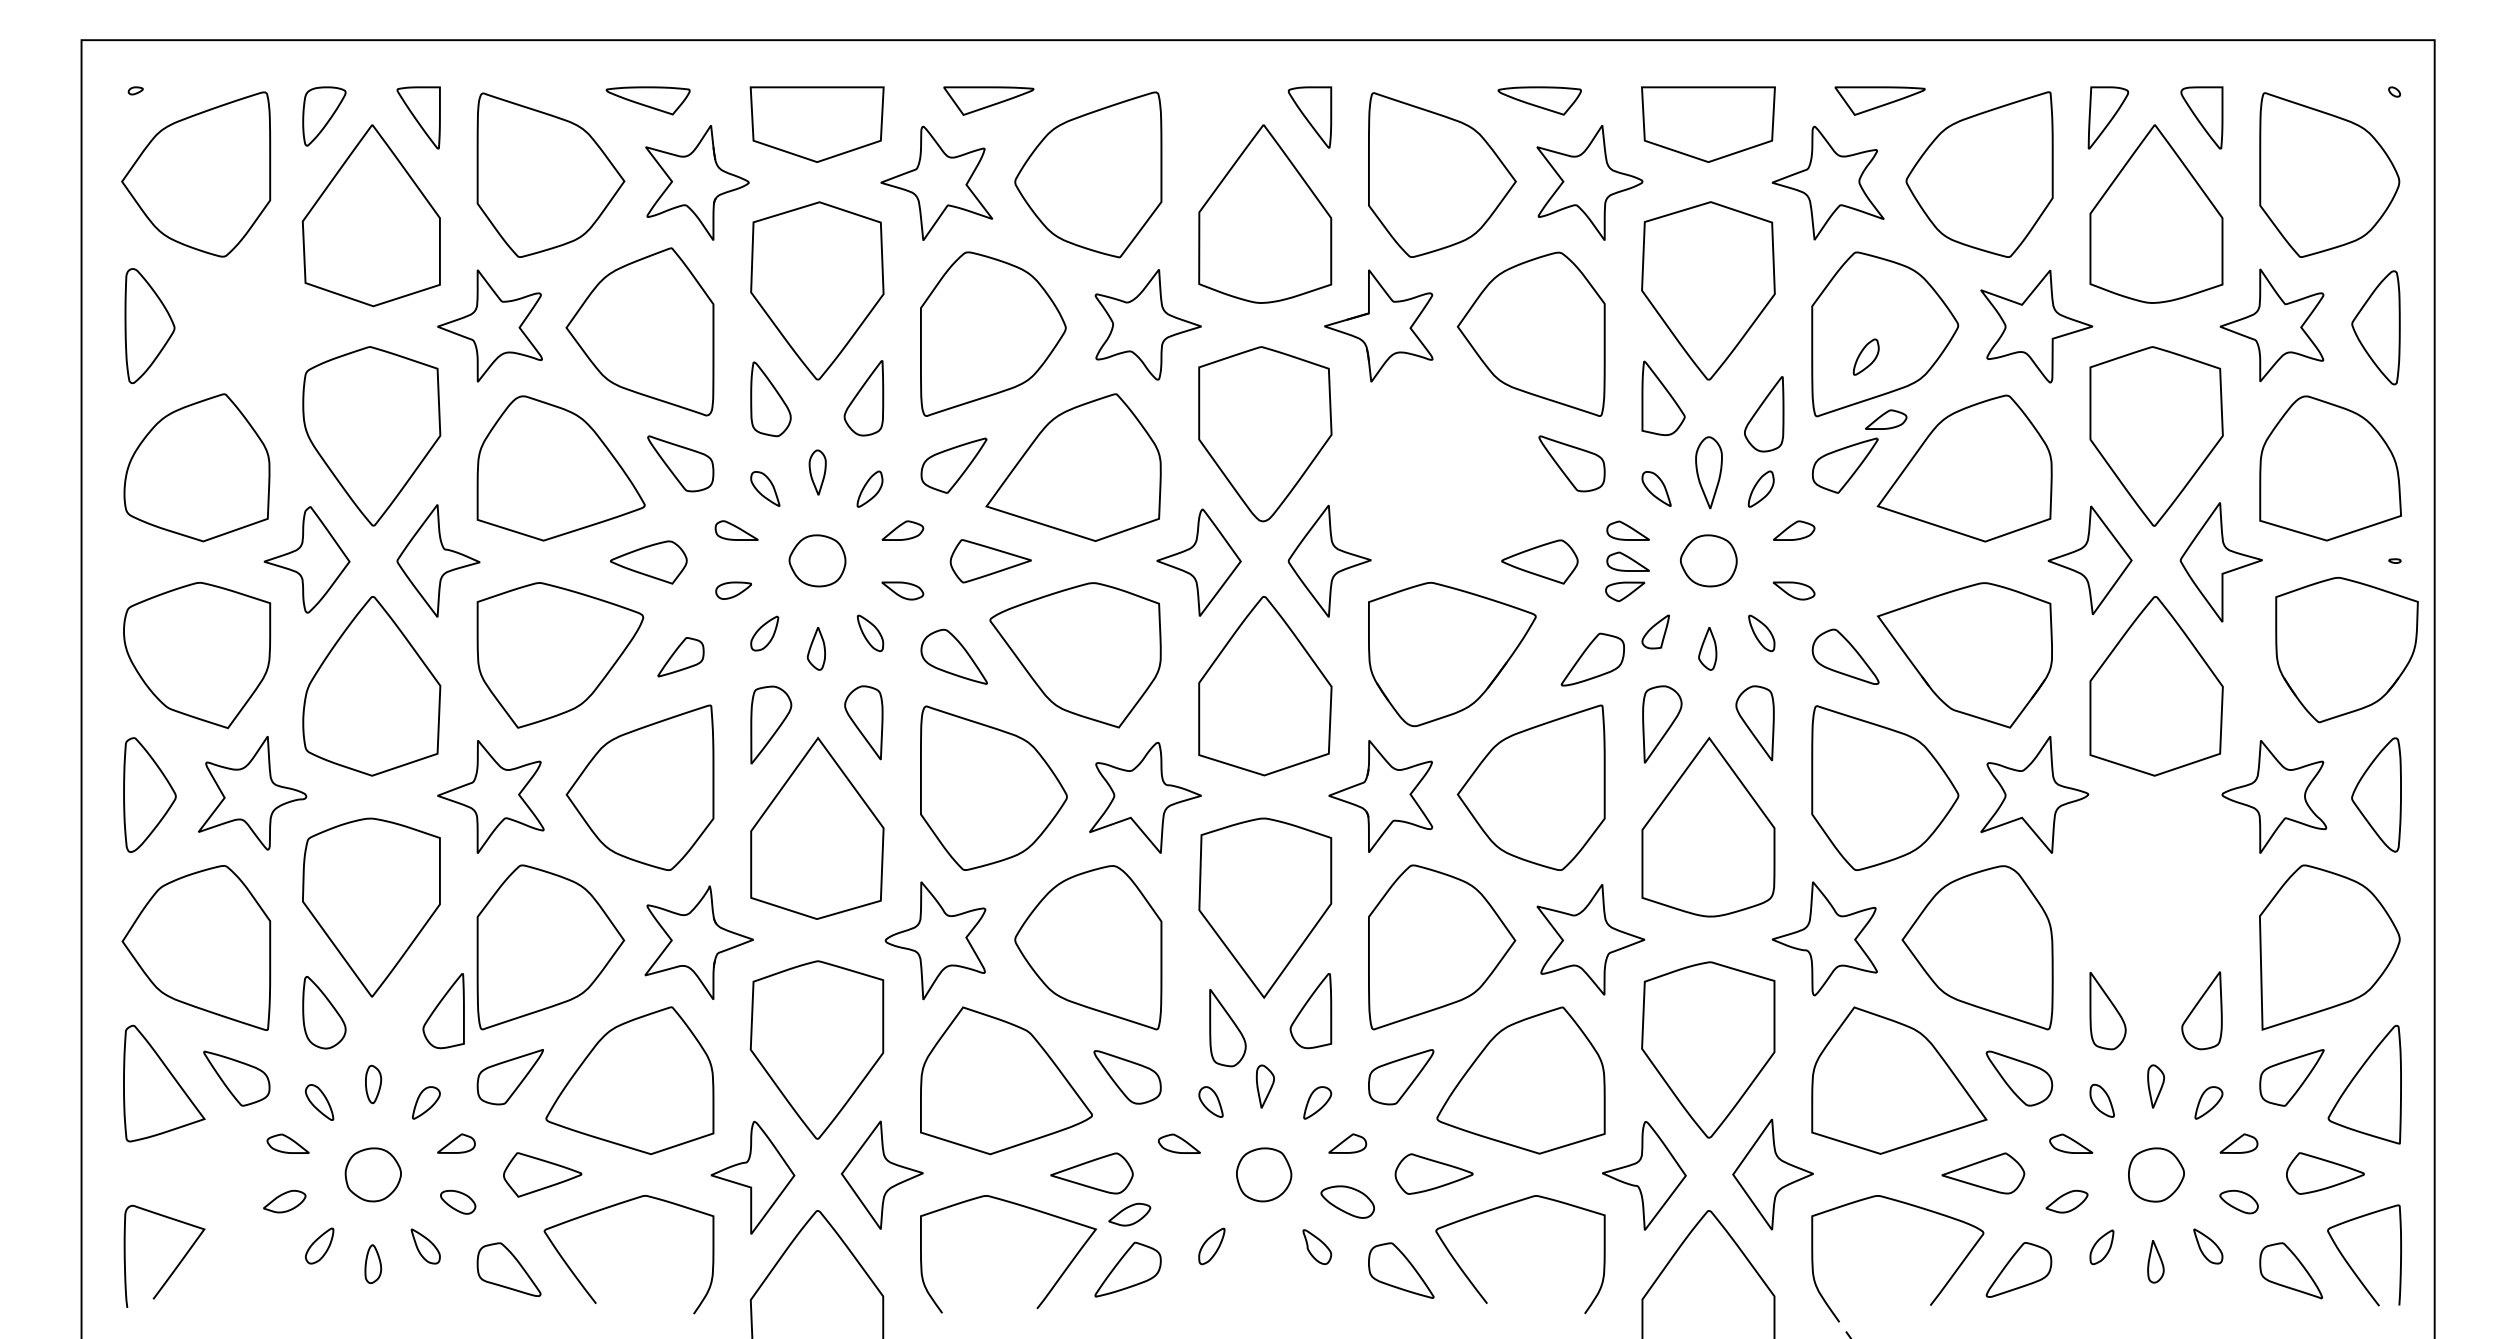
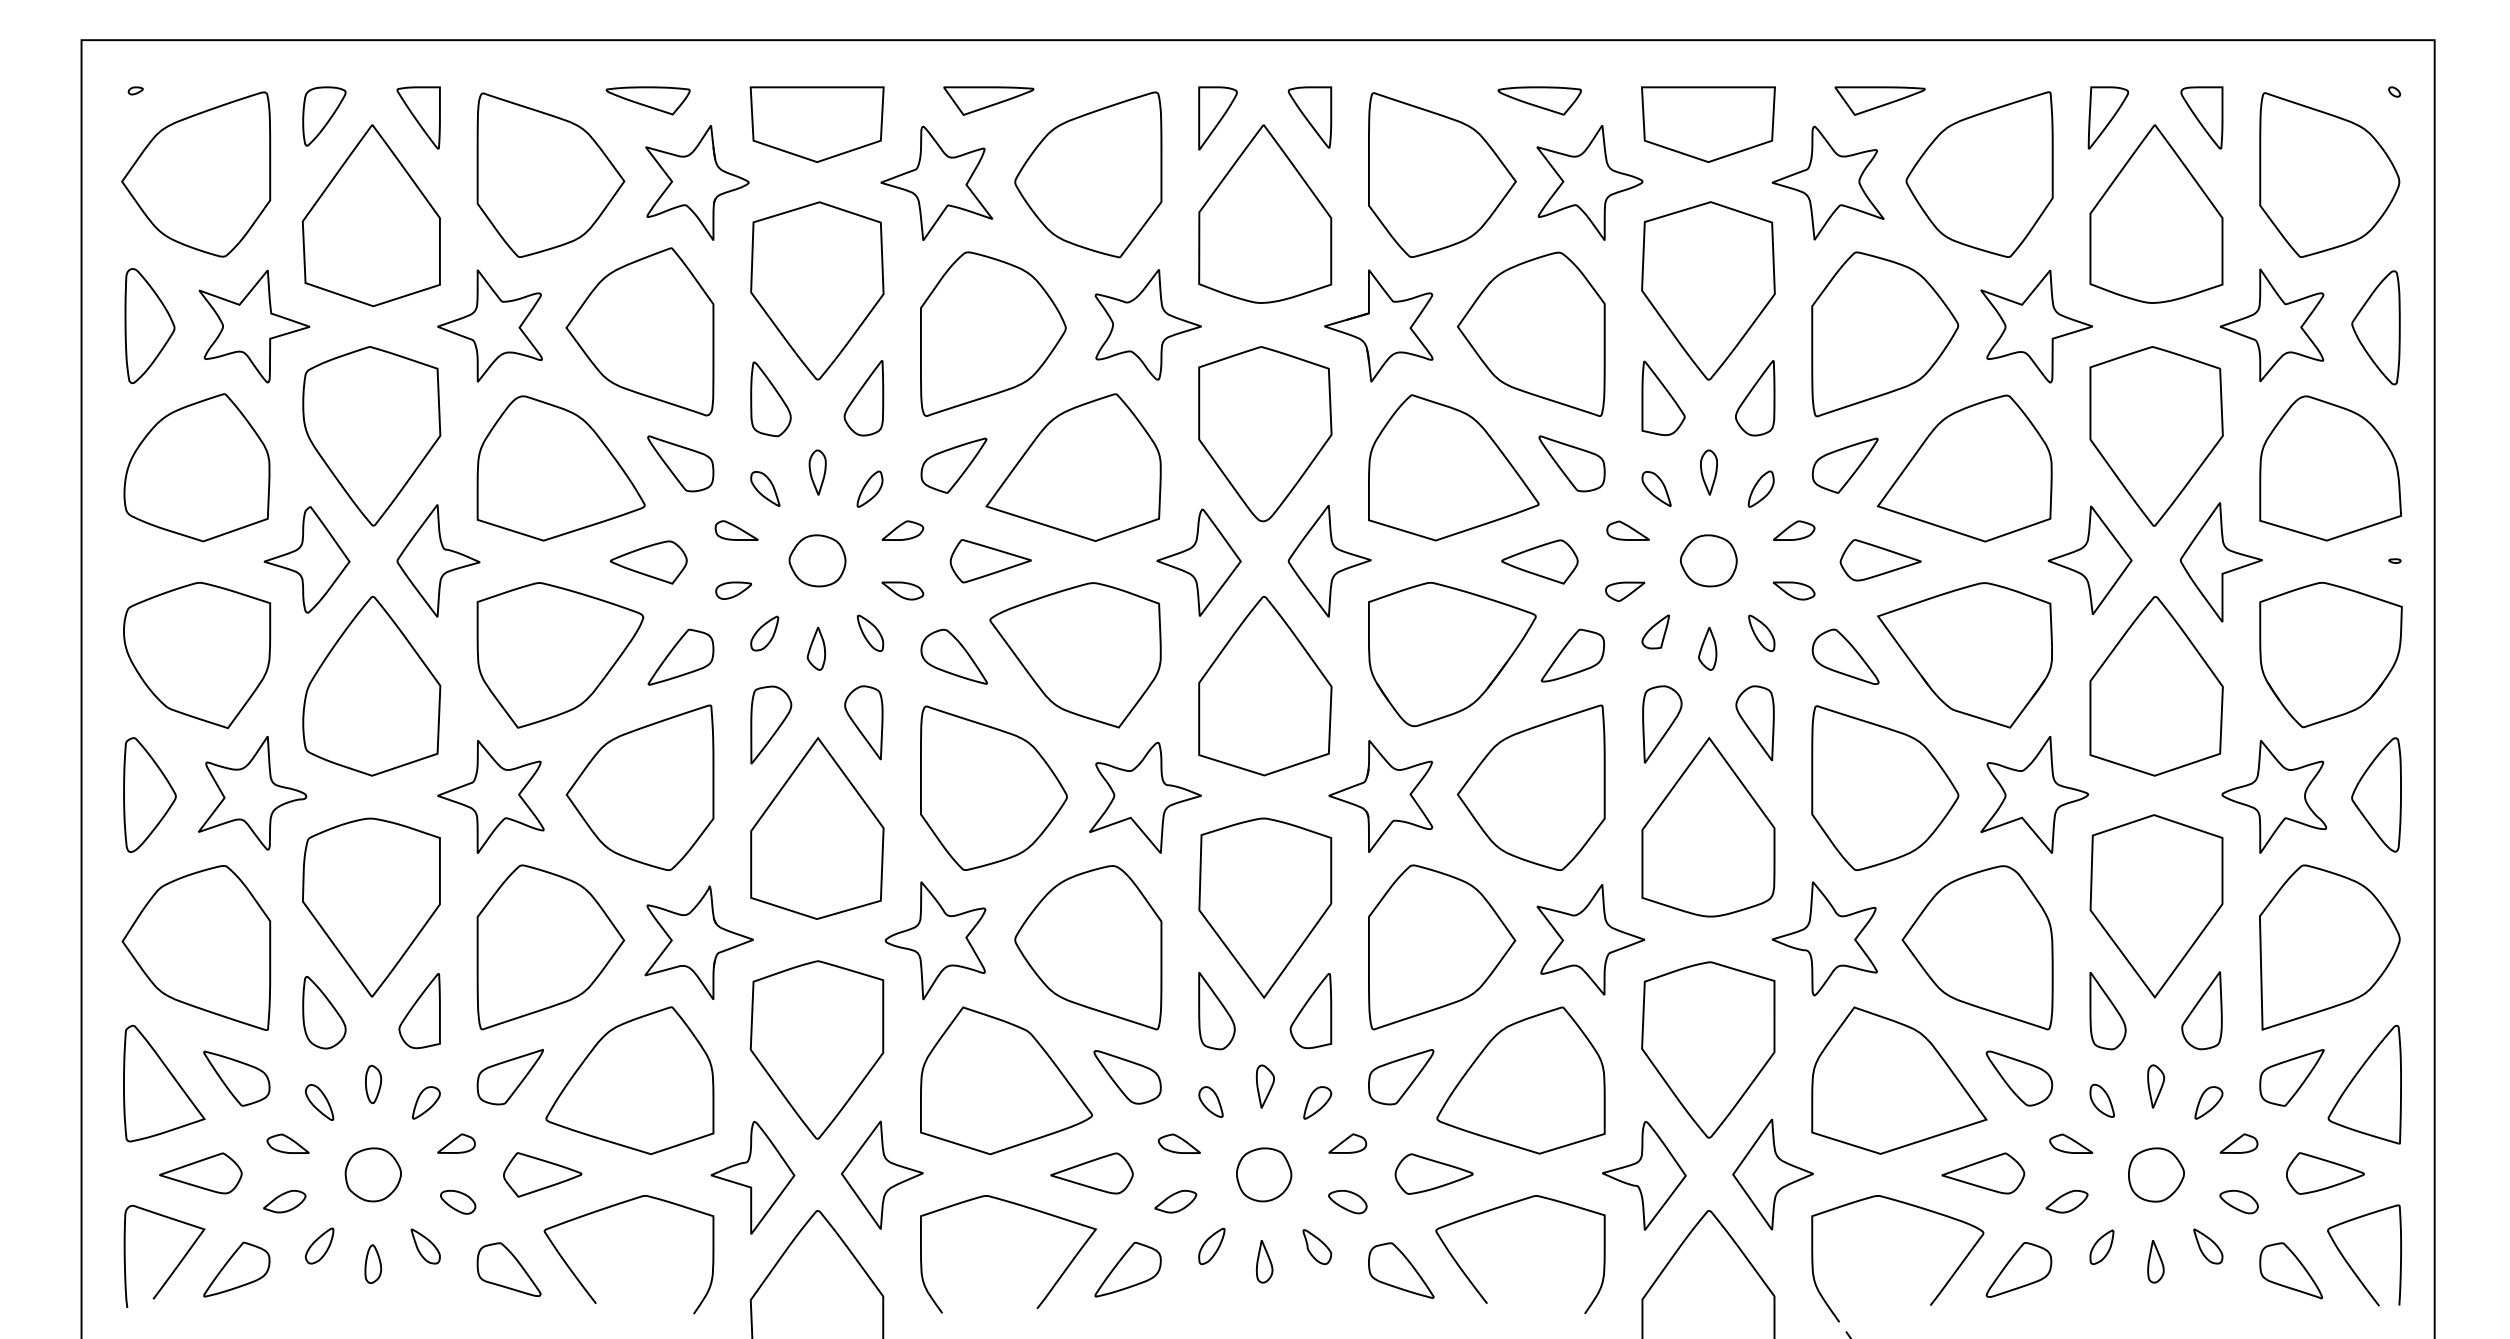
part at (1217, 118): none -> present
part at (254, 326): none -> present
part at (1865, 356): present -> none
part at (1764, 414) position: (1764, 414) -> (1755, 398)
part at (1886, 419): present -> none
part at (1453, 467): none -> present
part at (1708, 472) size: 28x74 px -> 18x47 px
part at (1880, 560): none -> present
part at (1627, 561): present -> none
part at (2346, 650) position: (2346, 650) -> (2330, 655)
part at (680, 657) size: 48x41 px -> 68x58 px
part at (1592, 659) position: (1592, 659) -> (1572, 655)
part at (2156, 906): none -> present
part at (443, 1011) position: (443, 1011) -> (419, 1011)
part at (1227, 1028) position: (1227, 1028) -> (1216, 1011)
part at (200, 1173): none -> present
part at (1347, 1201) size: 55x34 px -> 40x26 px
part at (1129, 1214) position: (1129, 1214) -> (1175, 1201)
part at (1264, 1261): none -> present
part at (236, 1269): none -> present
